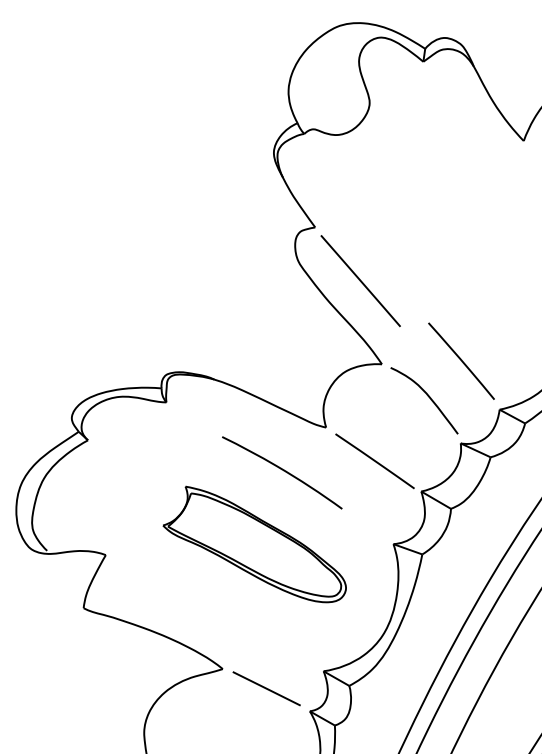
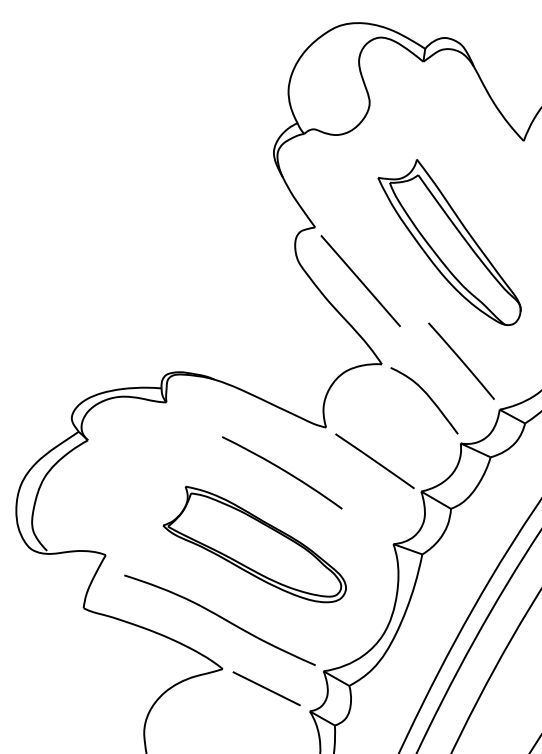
part at (449, 242): none -> present
curve at (219, 617): none -> present
